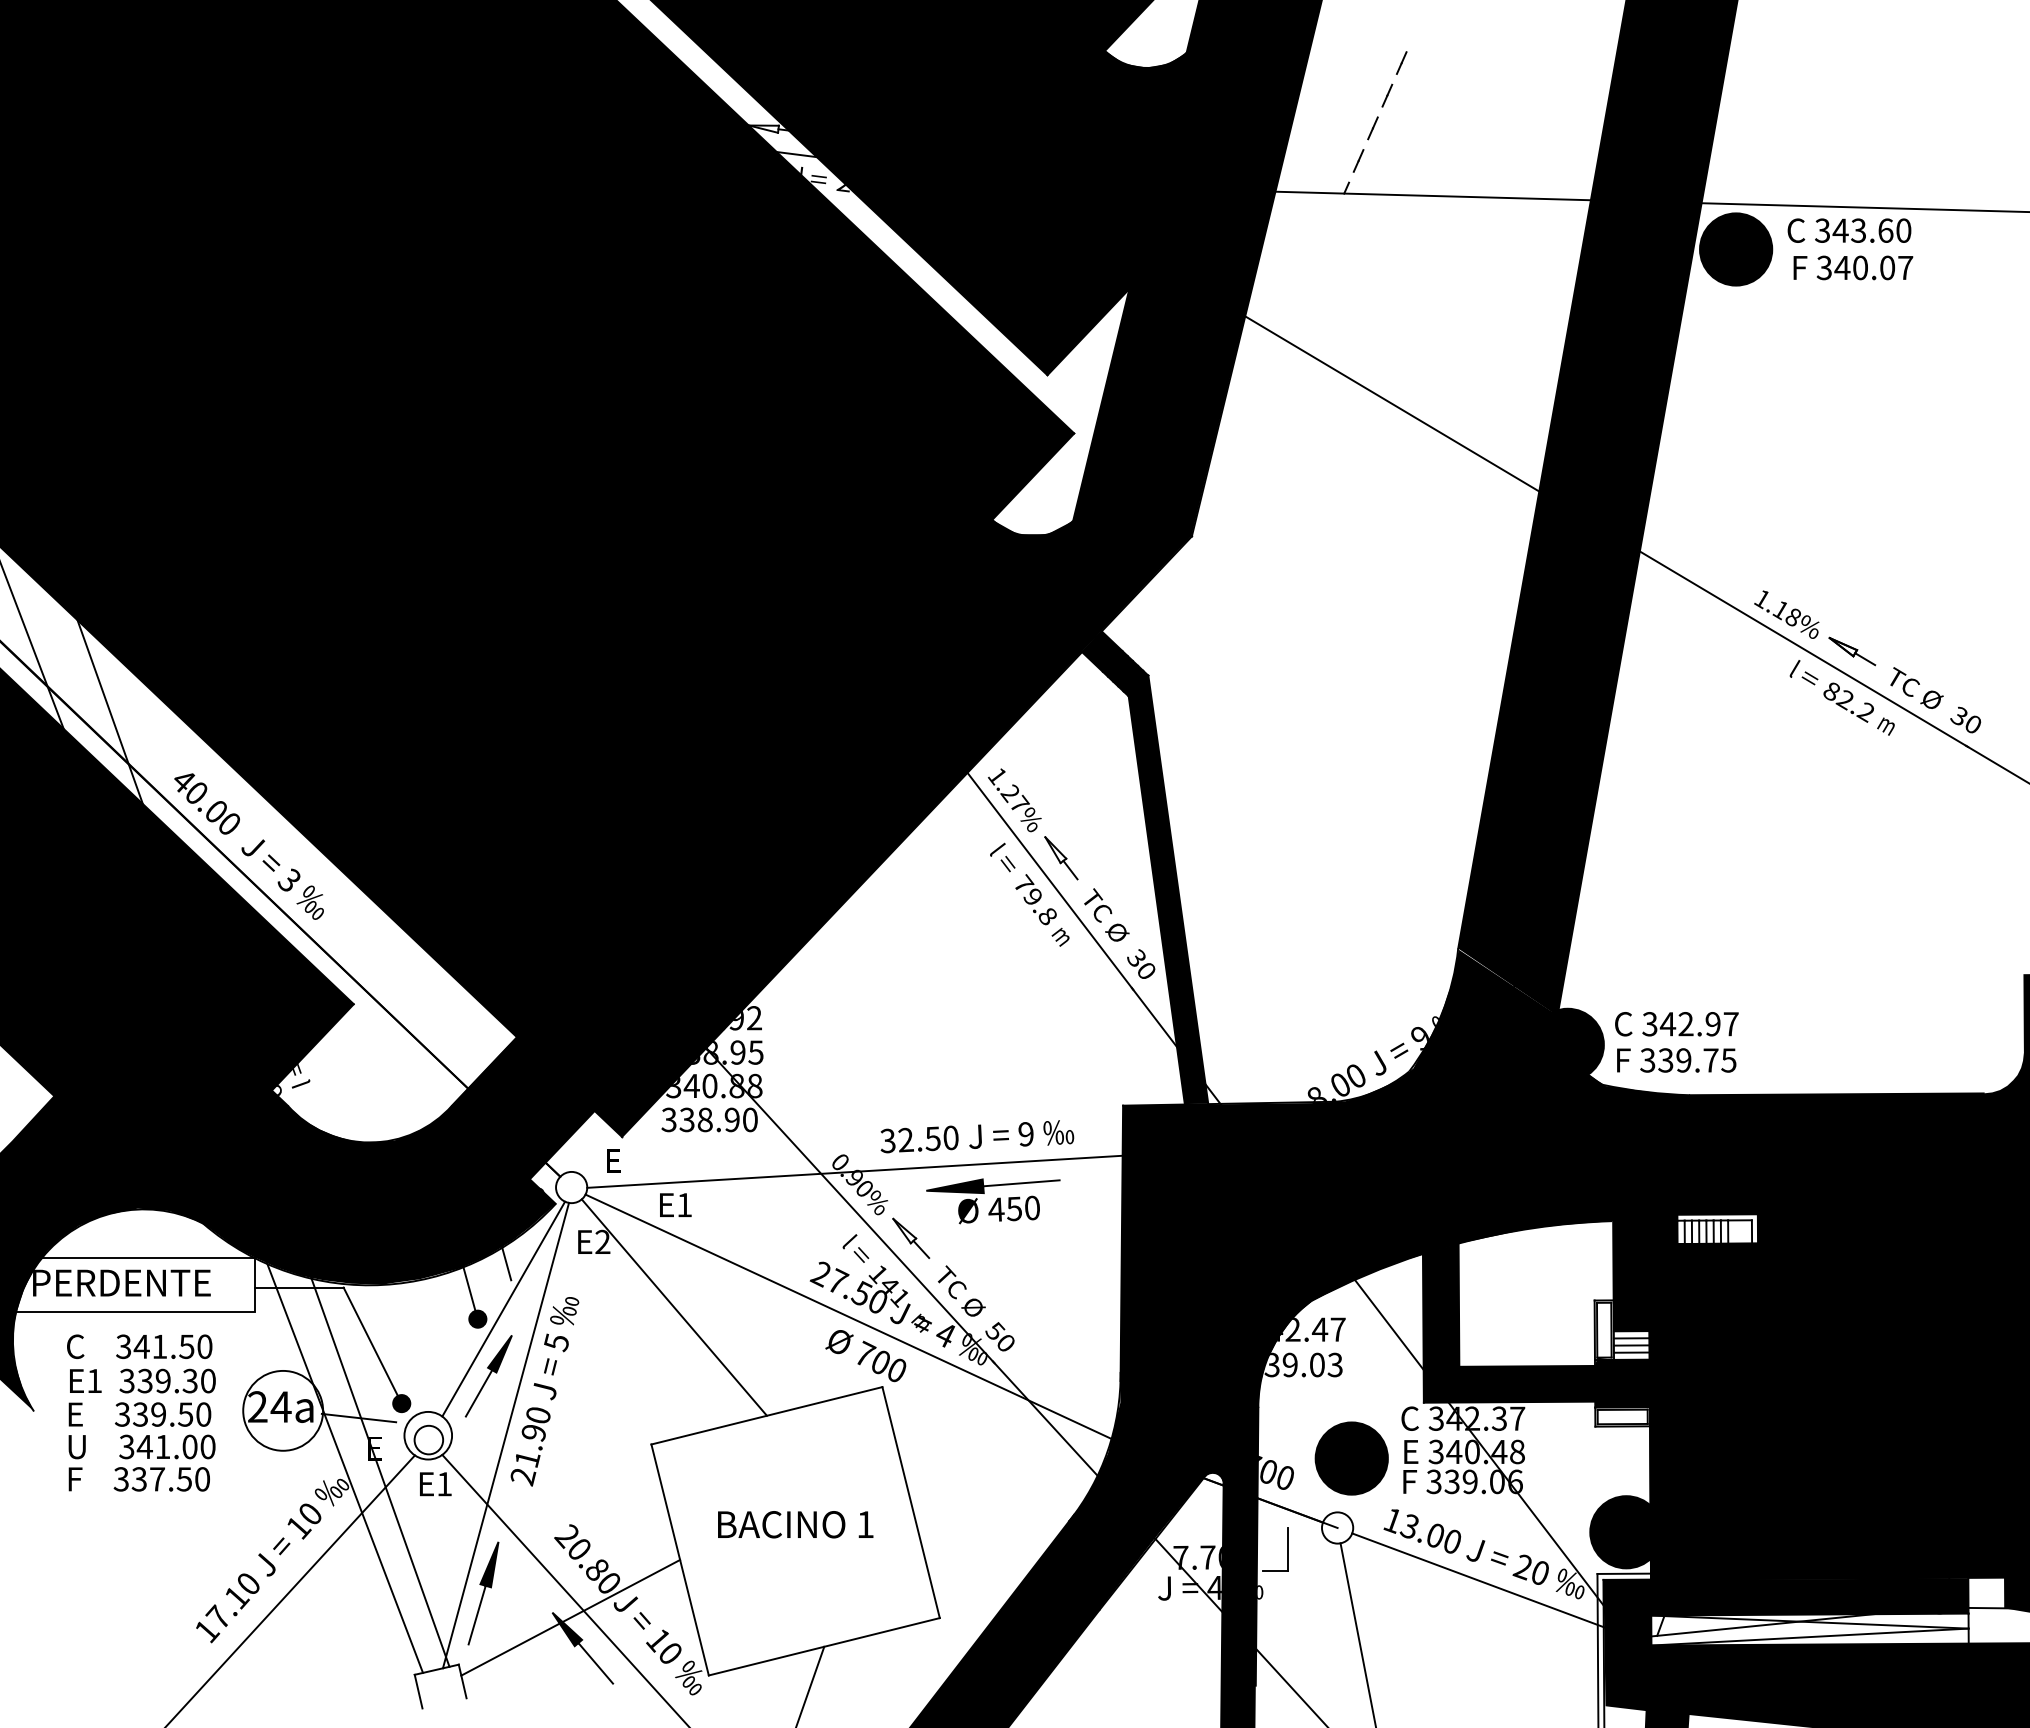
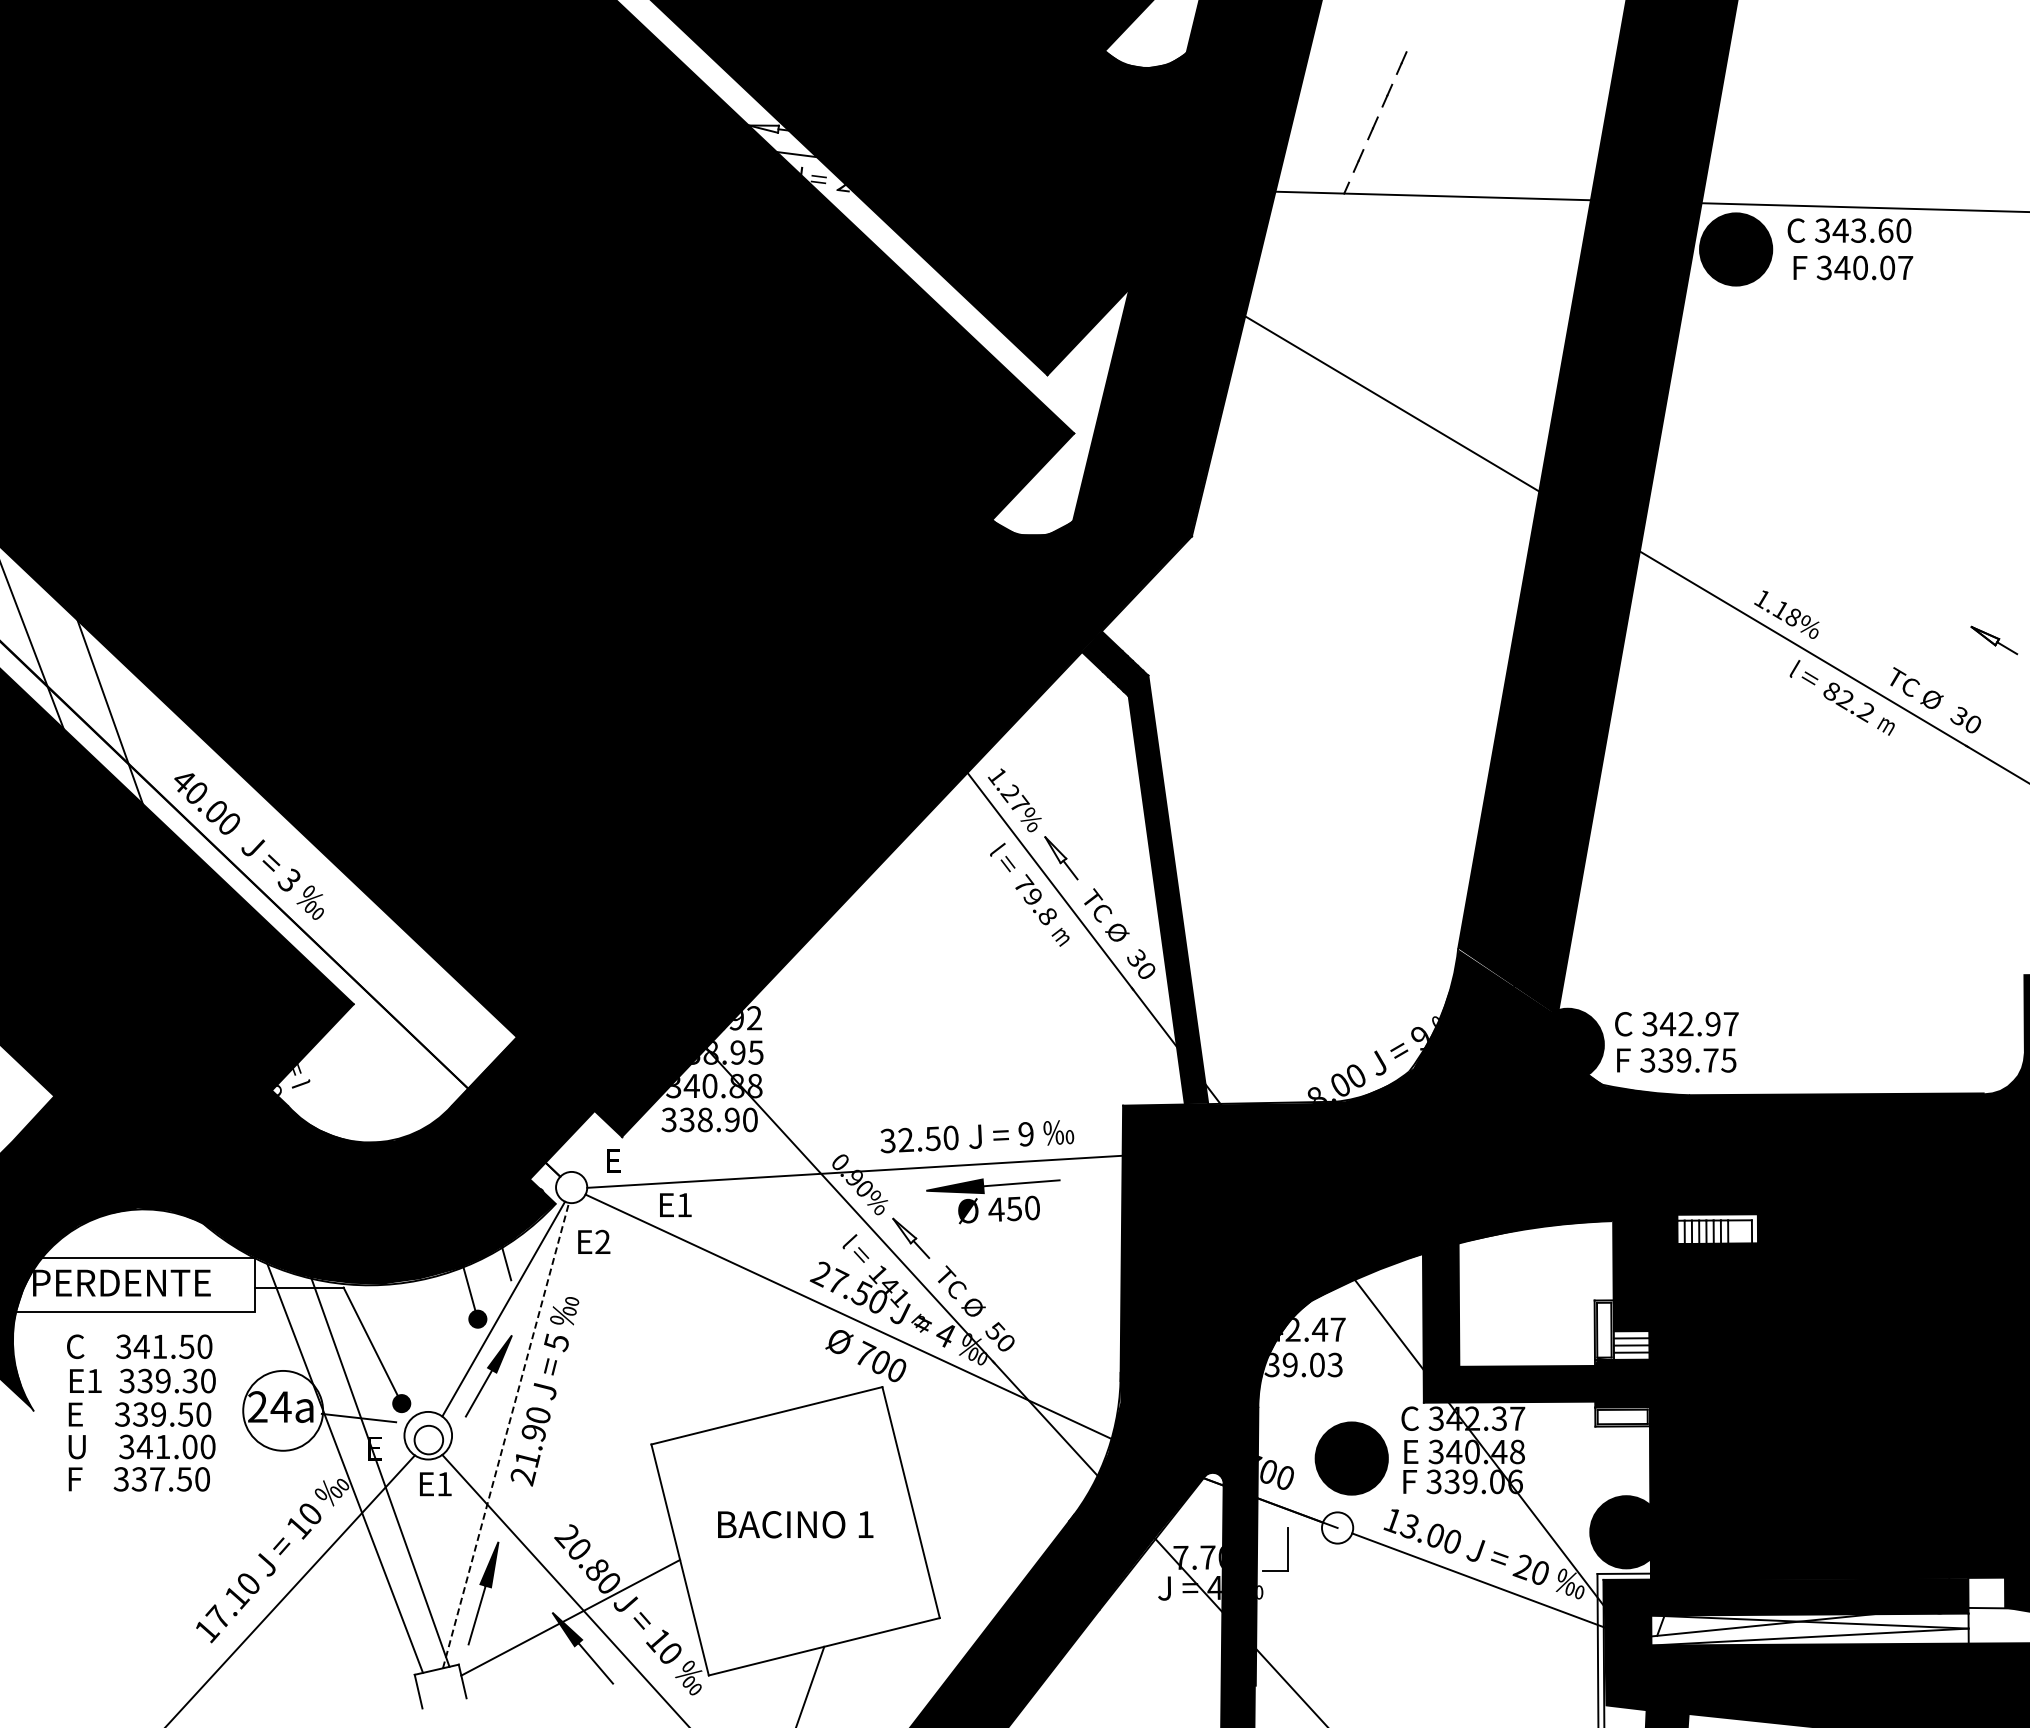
part at (1852, 651) position: (1852, 651) -> (1994, 640)
line at (673, 1307): present -> none
line at (506, 1435): solid -> dashed
line at (1357, 1633): present -> none
